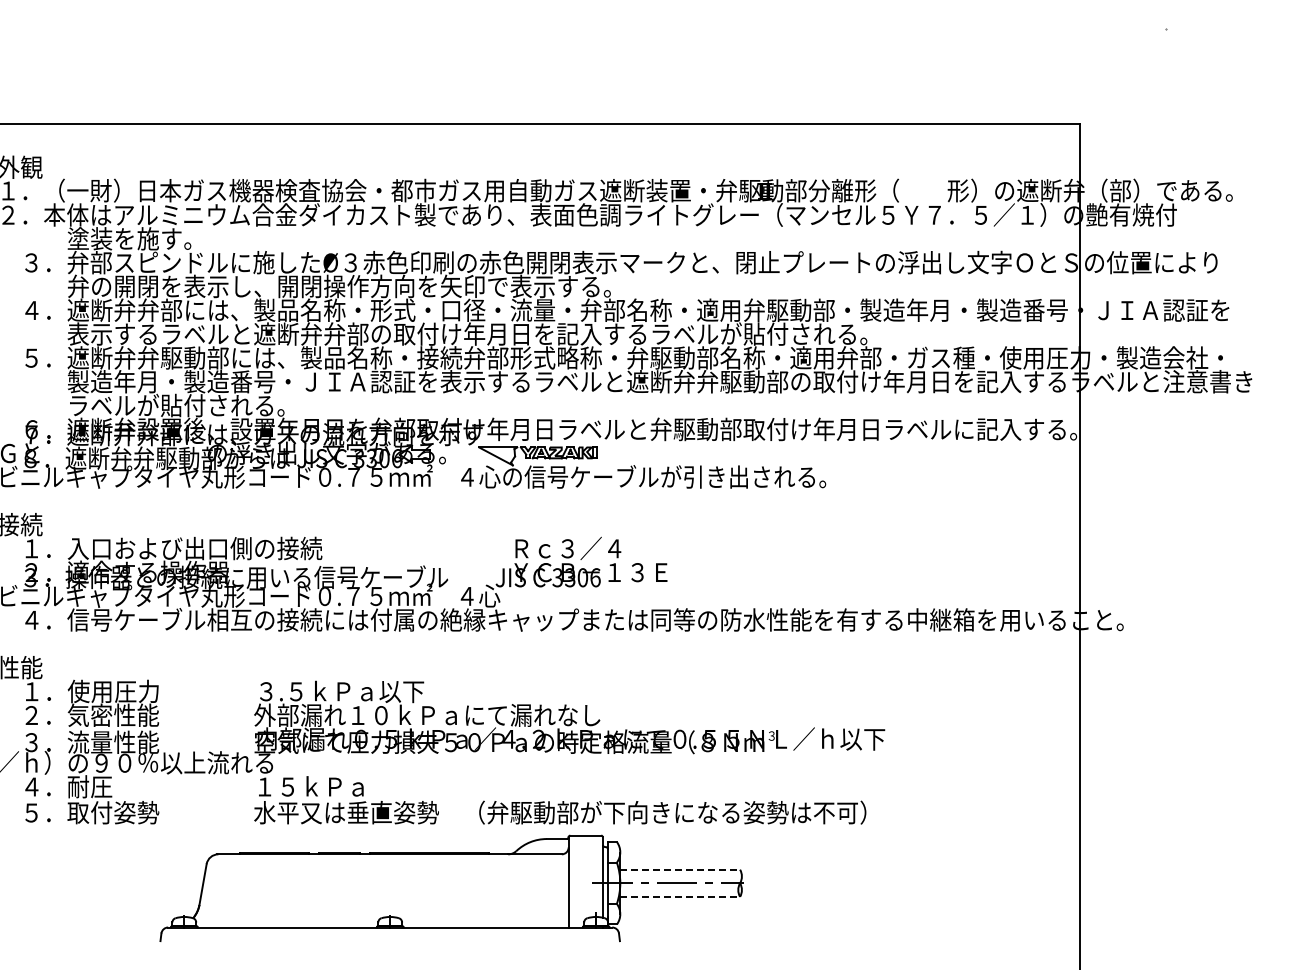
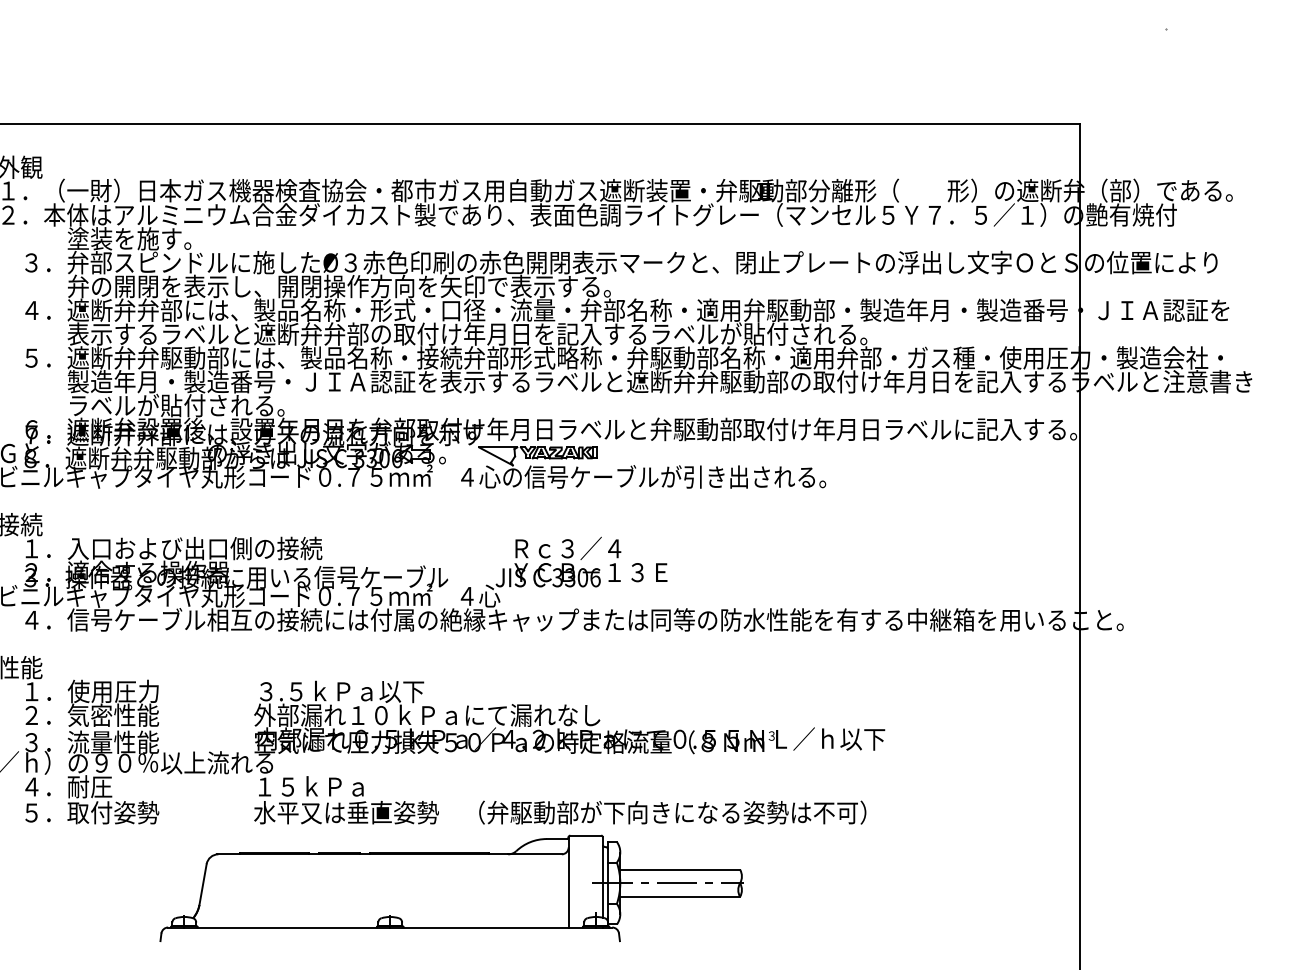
line at (680, 869): dashed -> solid
line at (680, 896): dashed -> solid
